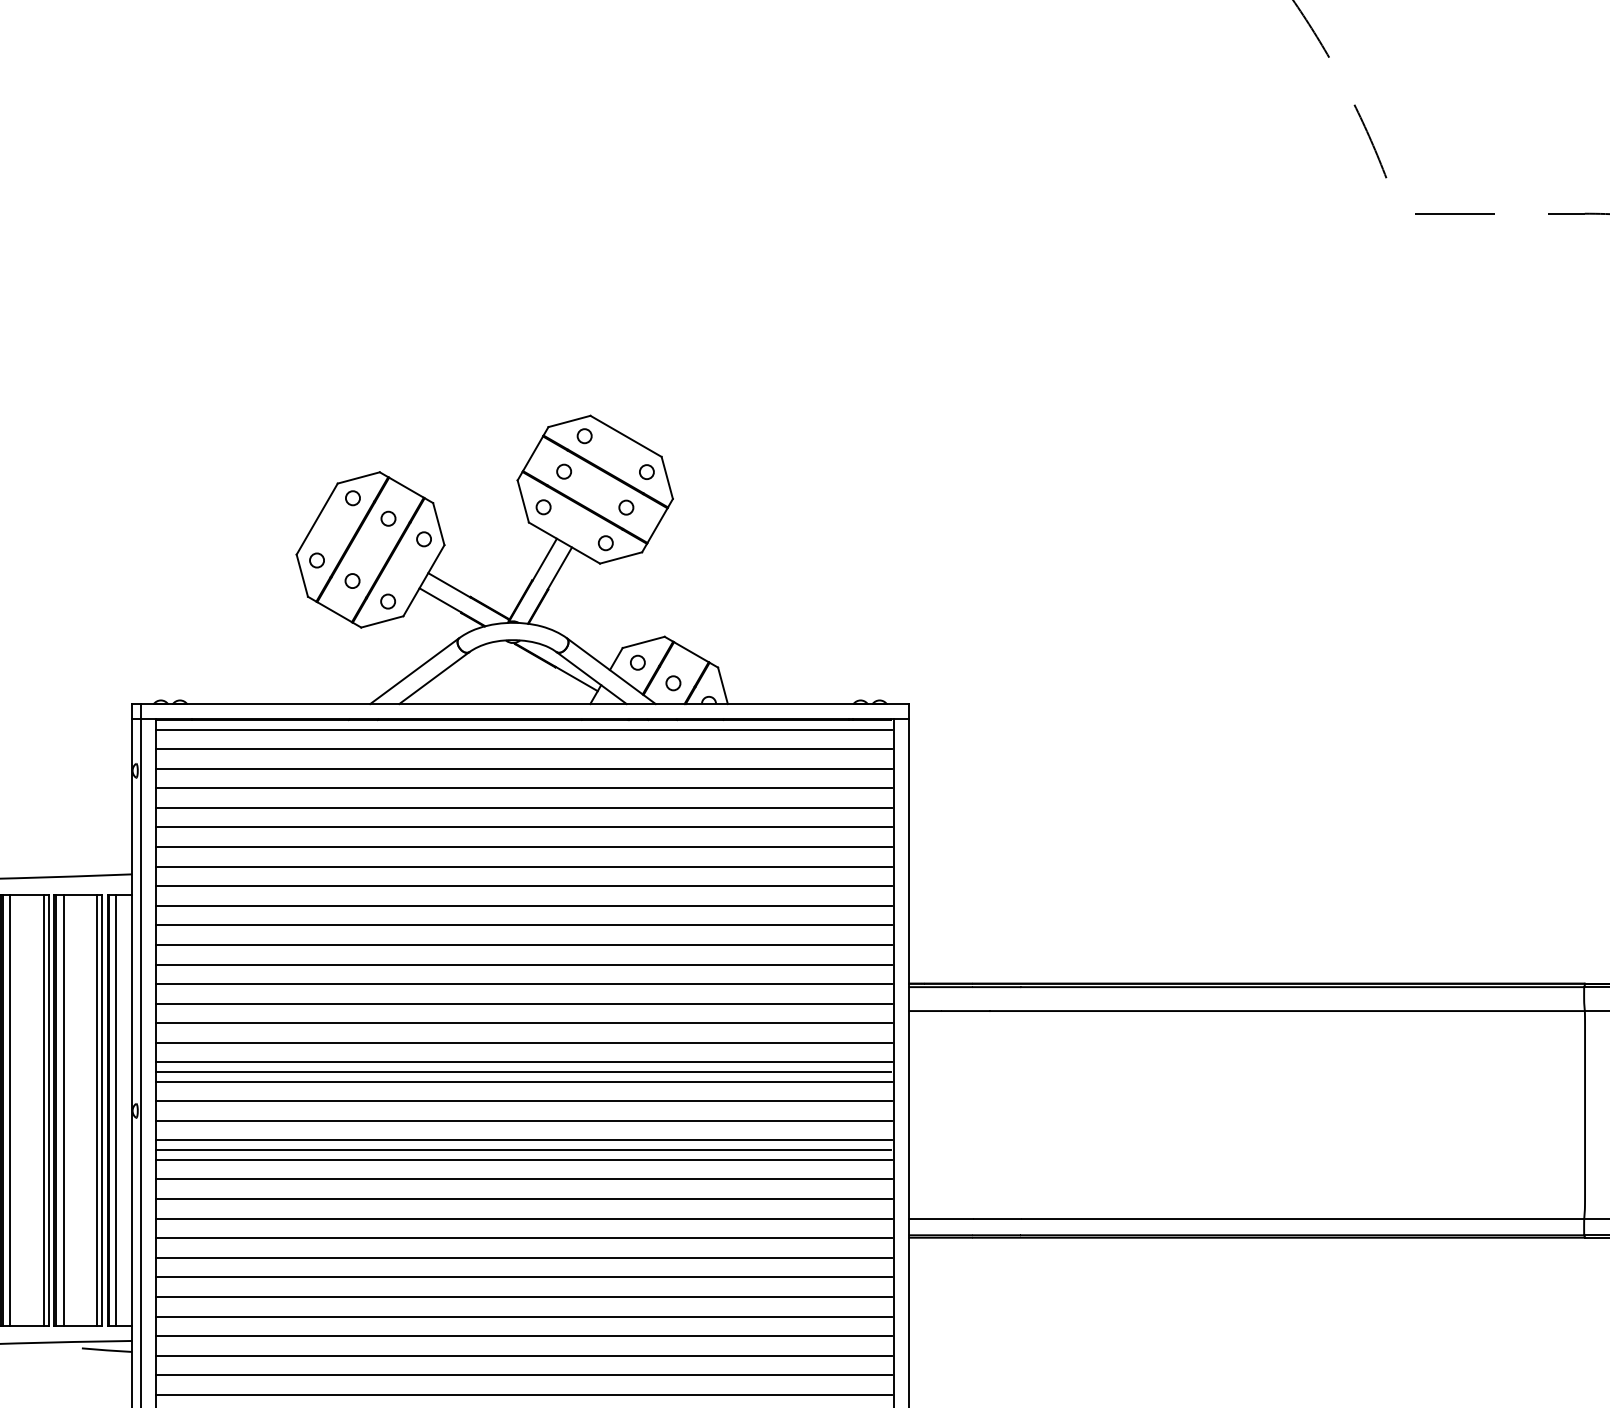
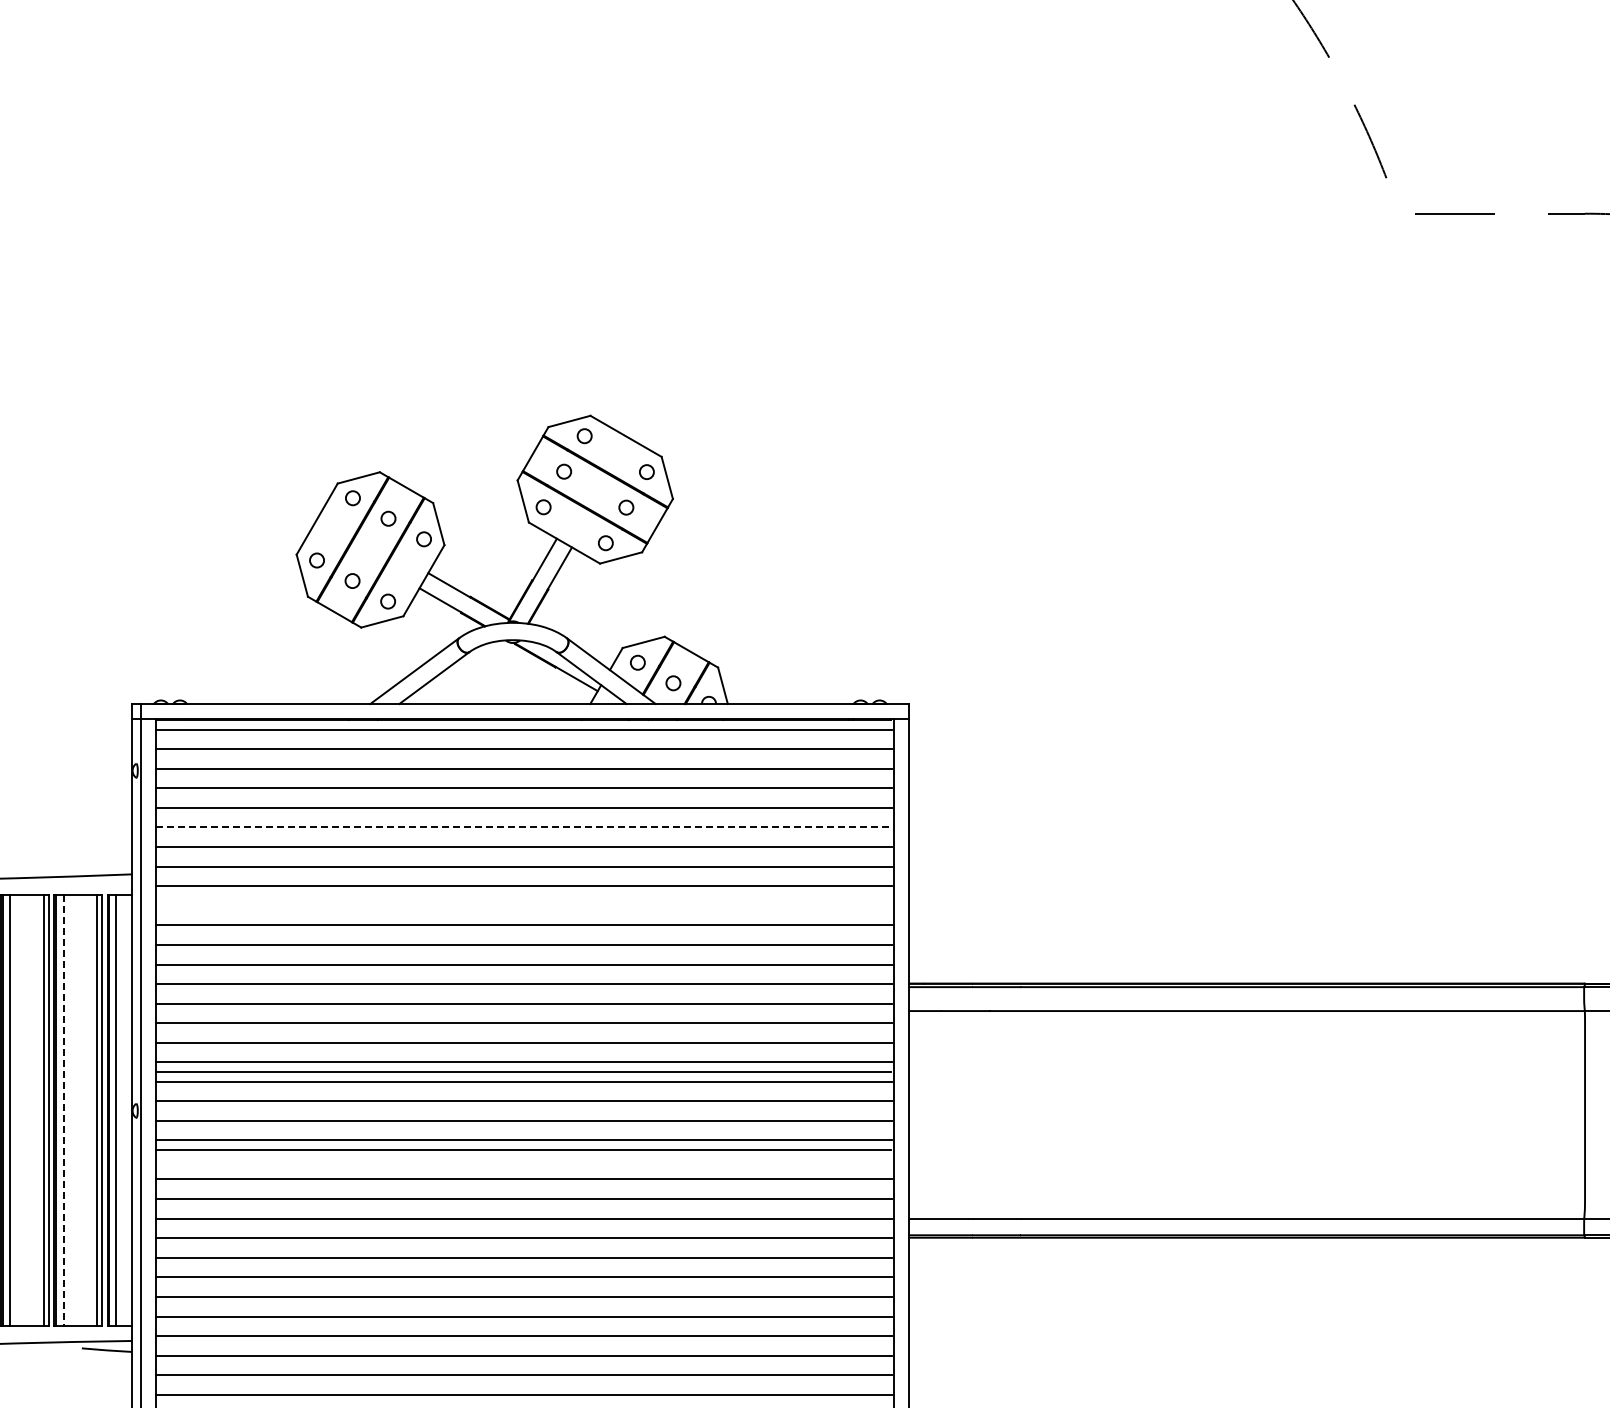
line at (524, 827): solid -> dashed
line at (523, 905): present -> none
line at (63, 1110): solid -> dashed
line at (523, 1160): present -> none
